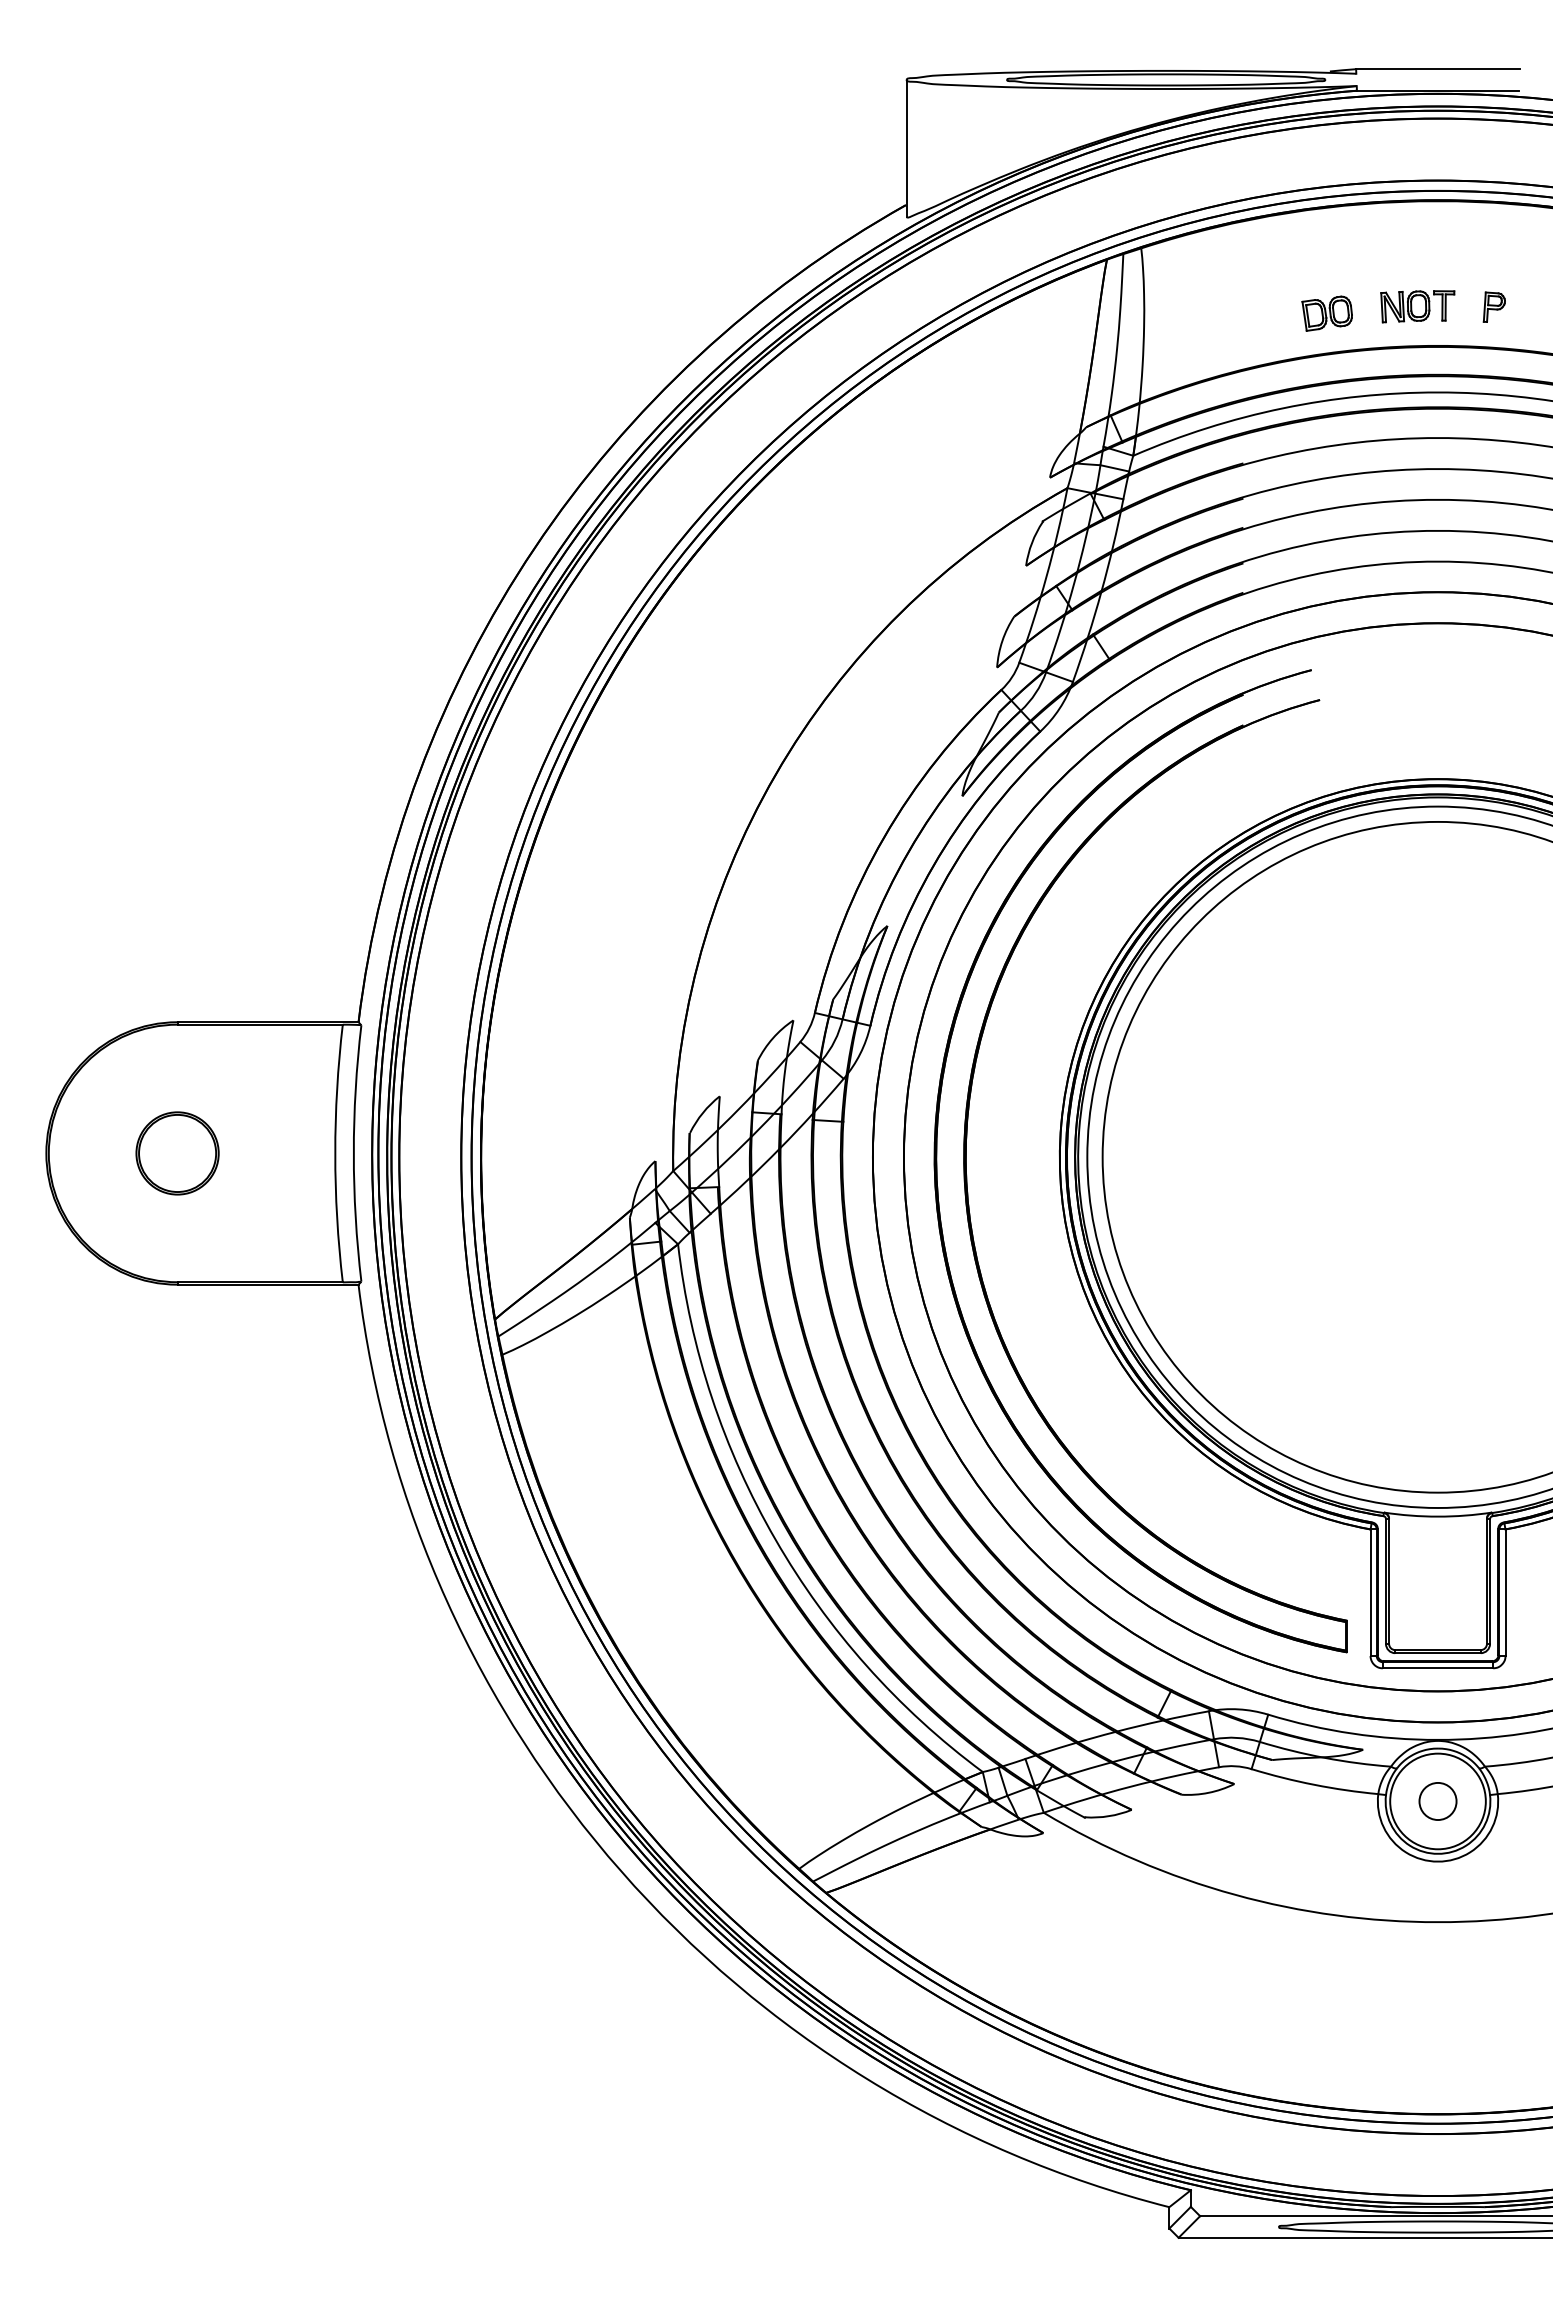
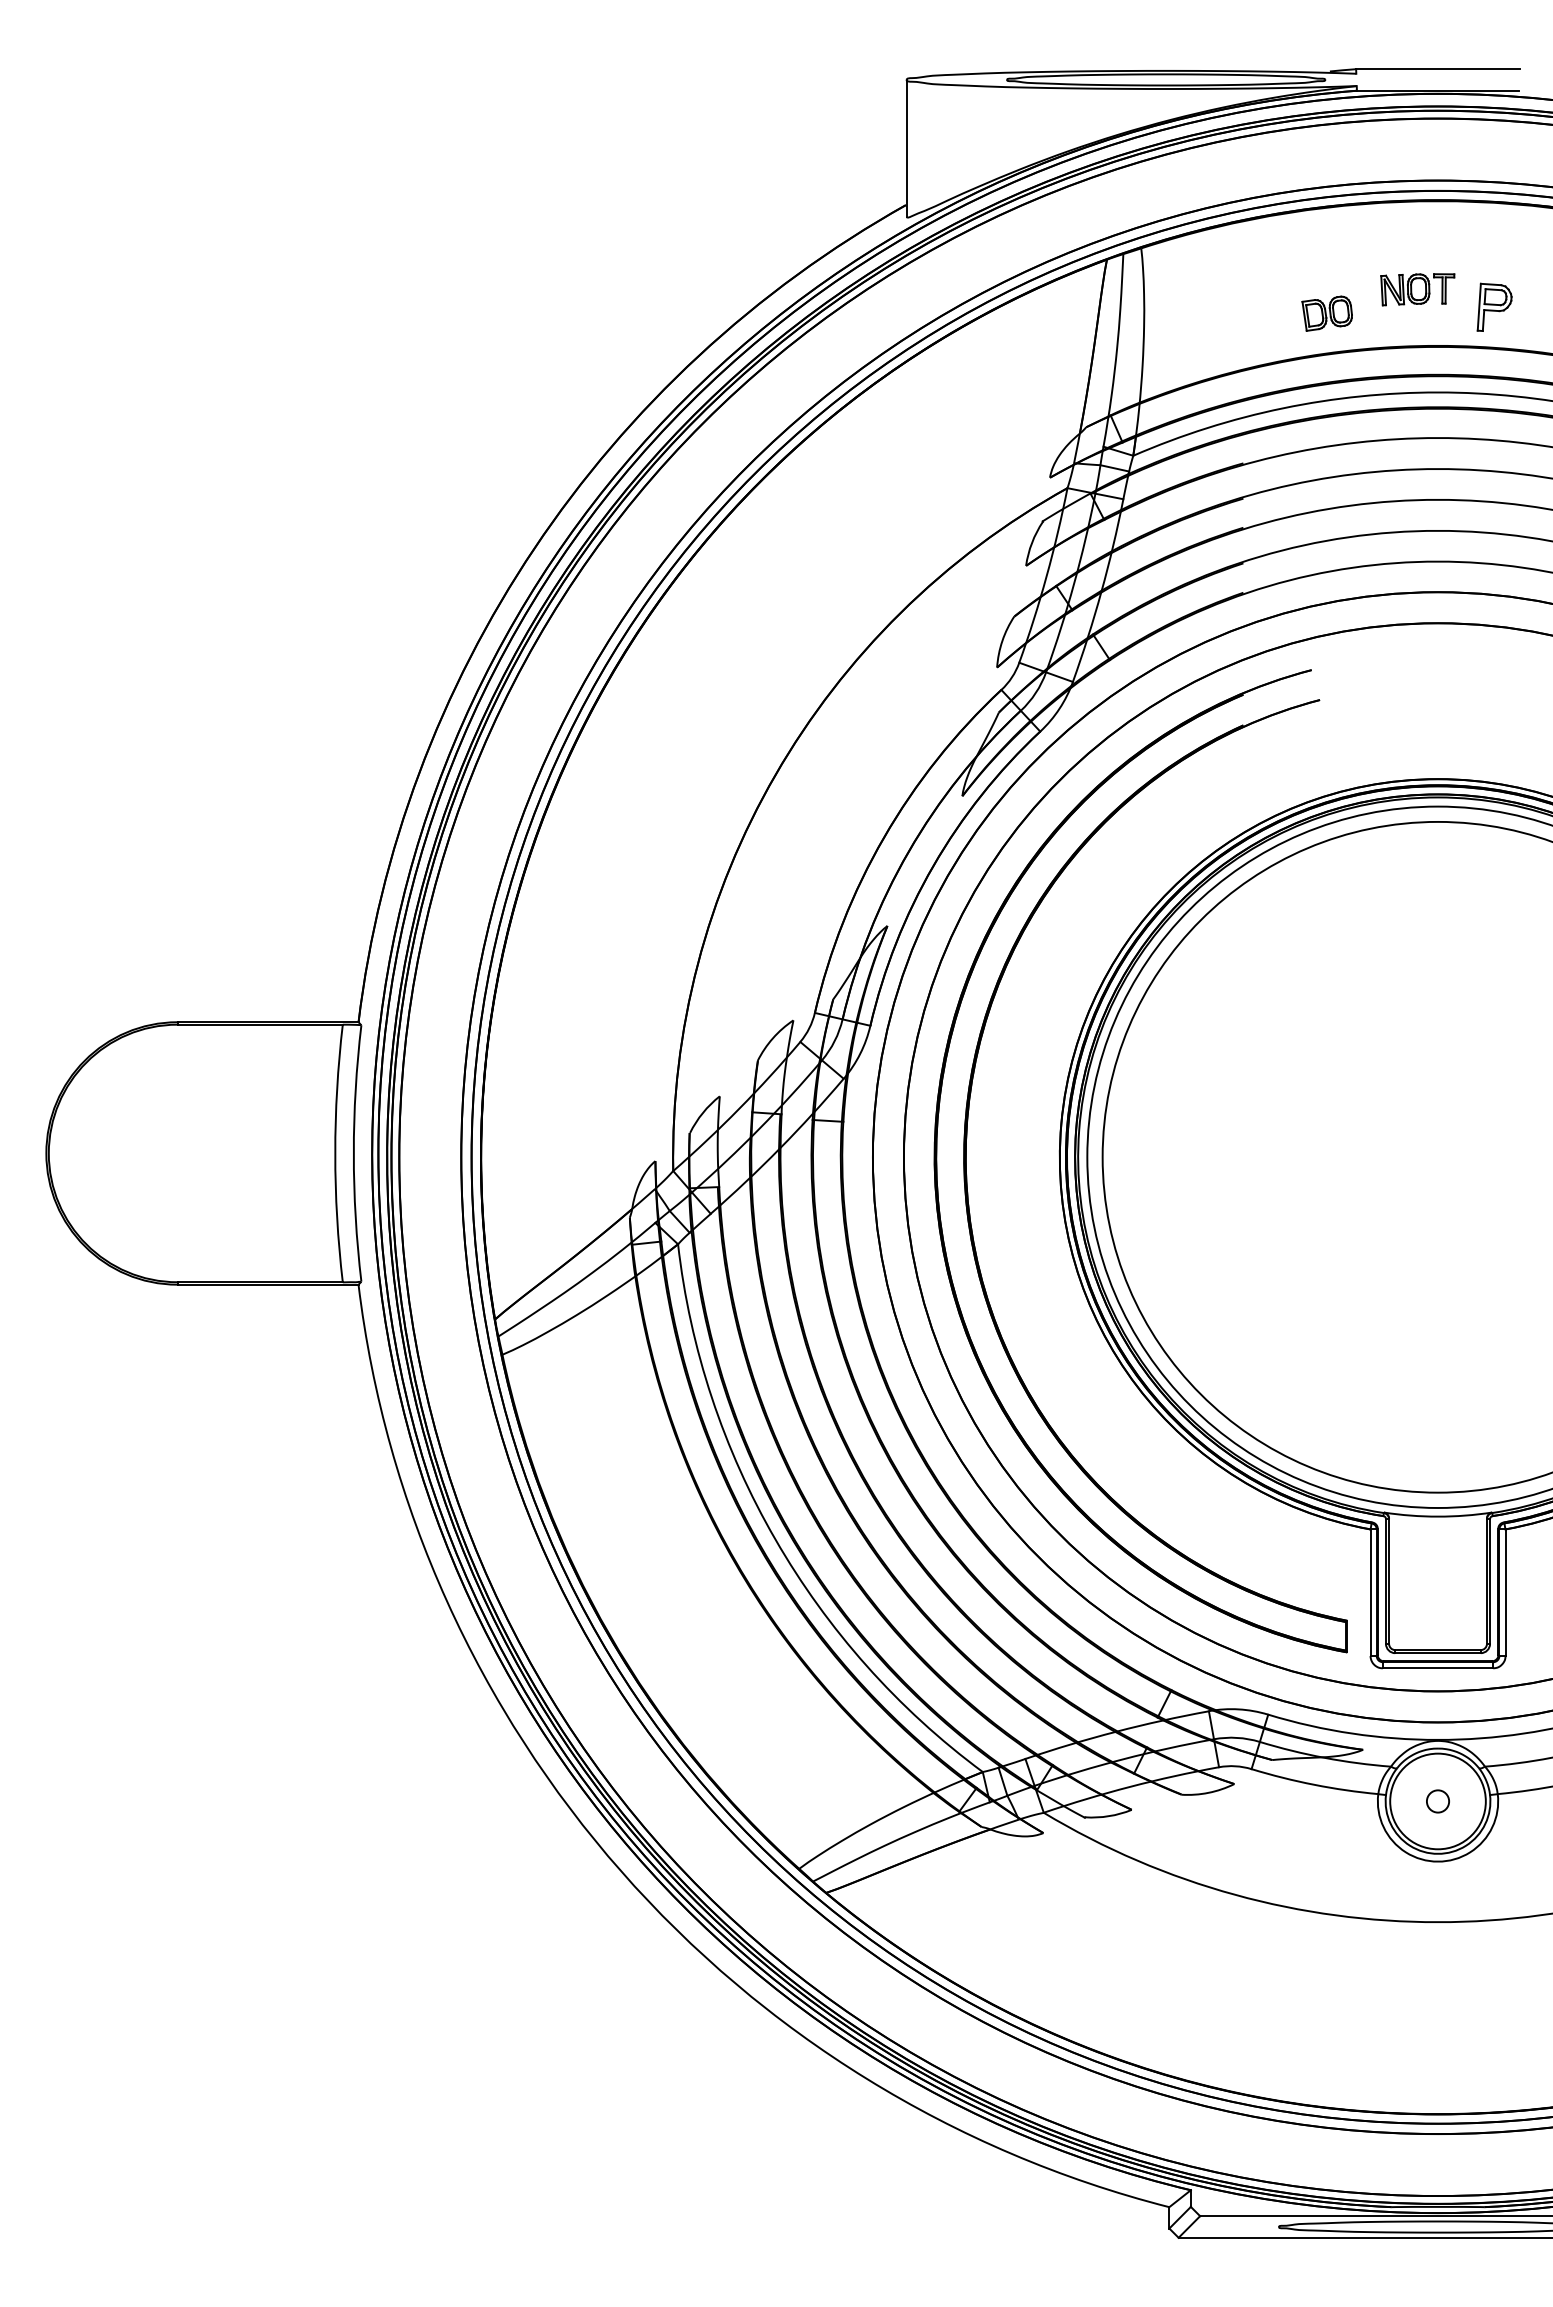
part at (1417, 306) position: (1417, 306) -> (1417, 289)
part at (1493, 306) size: 24x32 px -> 37x50 px
part at (177, 1153): present -> none
circle at (1437, 1801) diameter: 37 px -> 22 px
